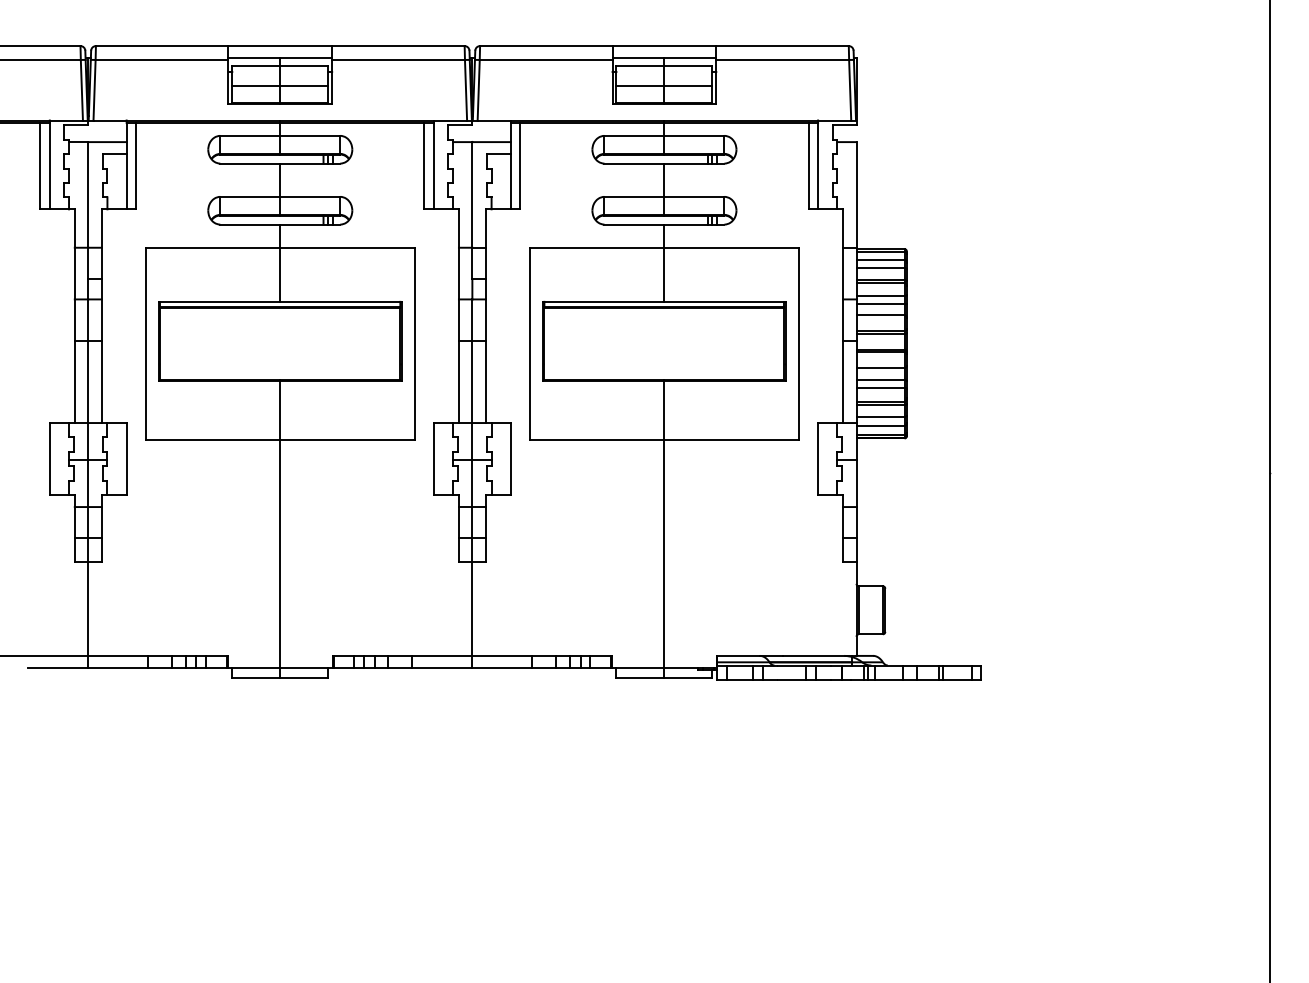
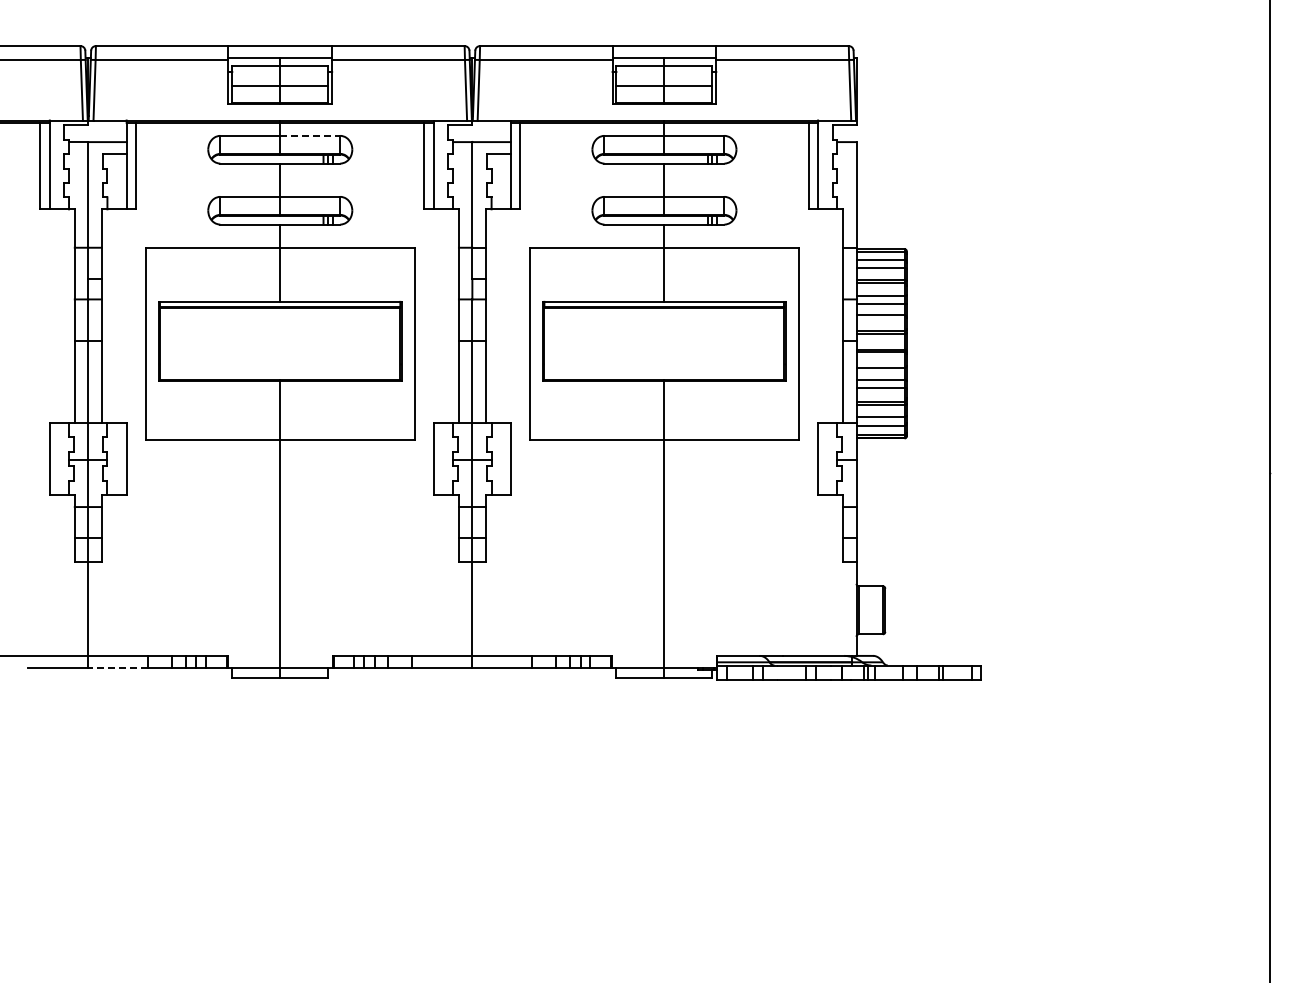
line at (310, 135): solid -> dashed
line at (117, 667): solid -> dashed
